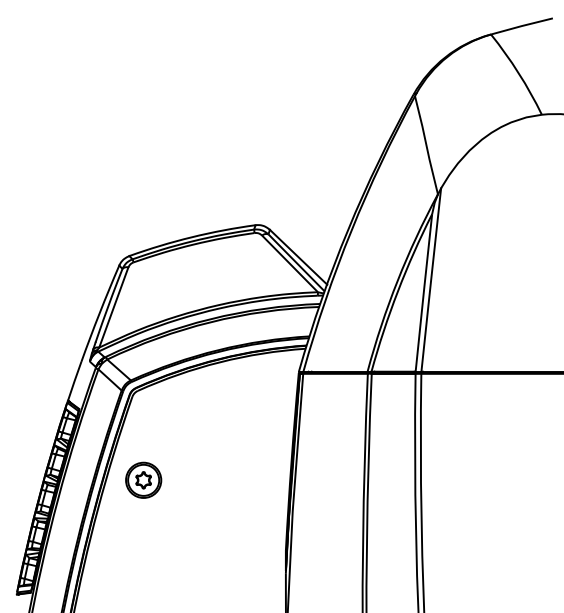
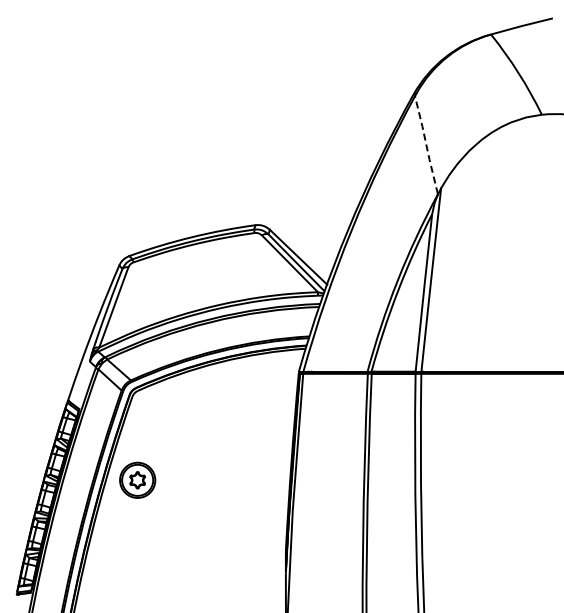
line at (426, 145): solid -> dashed
part at (143, 479) position: (143, 479) -> (137, 479)
